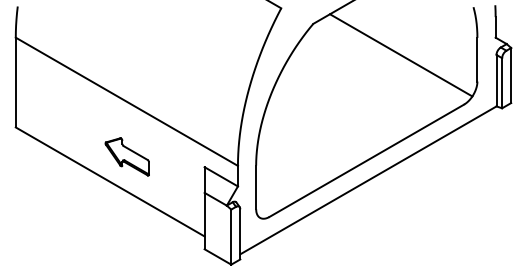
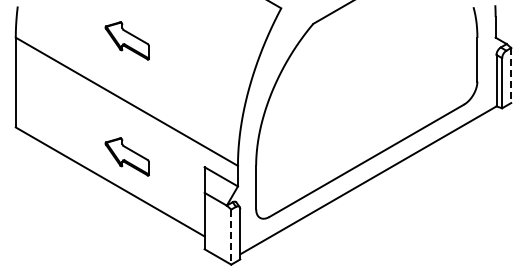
part at (126, 40): none -> present
line at (401, 55): present -> none
line at (511, 75): solid -> dashed
line at (231, 237): solid -> dashed
